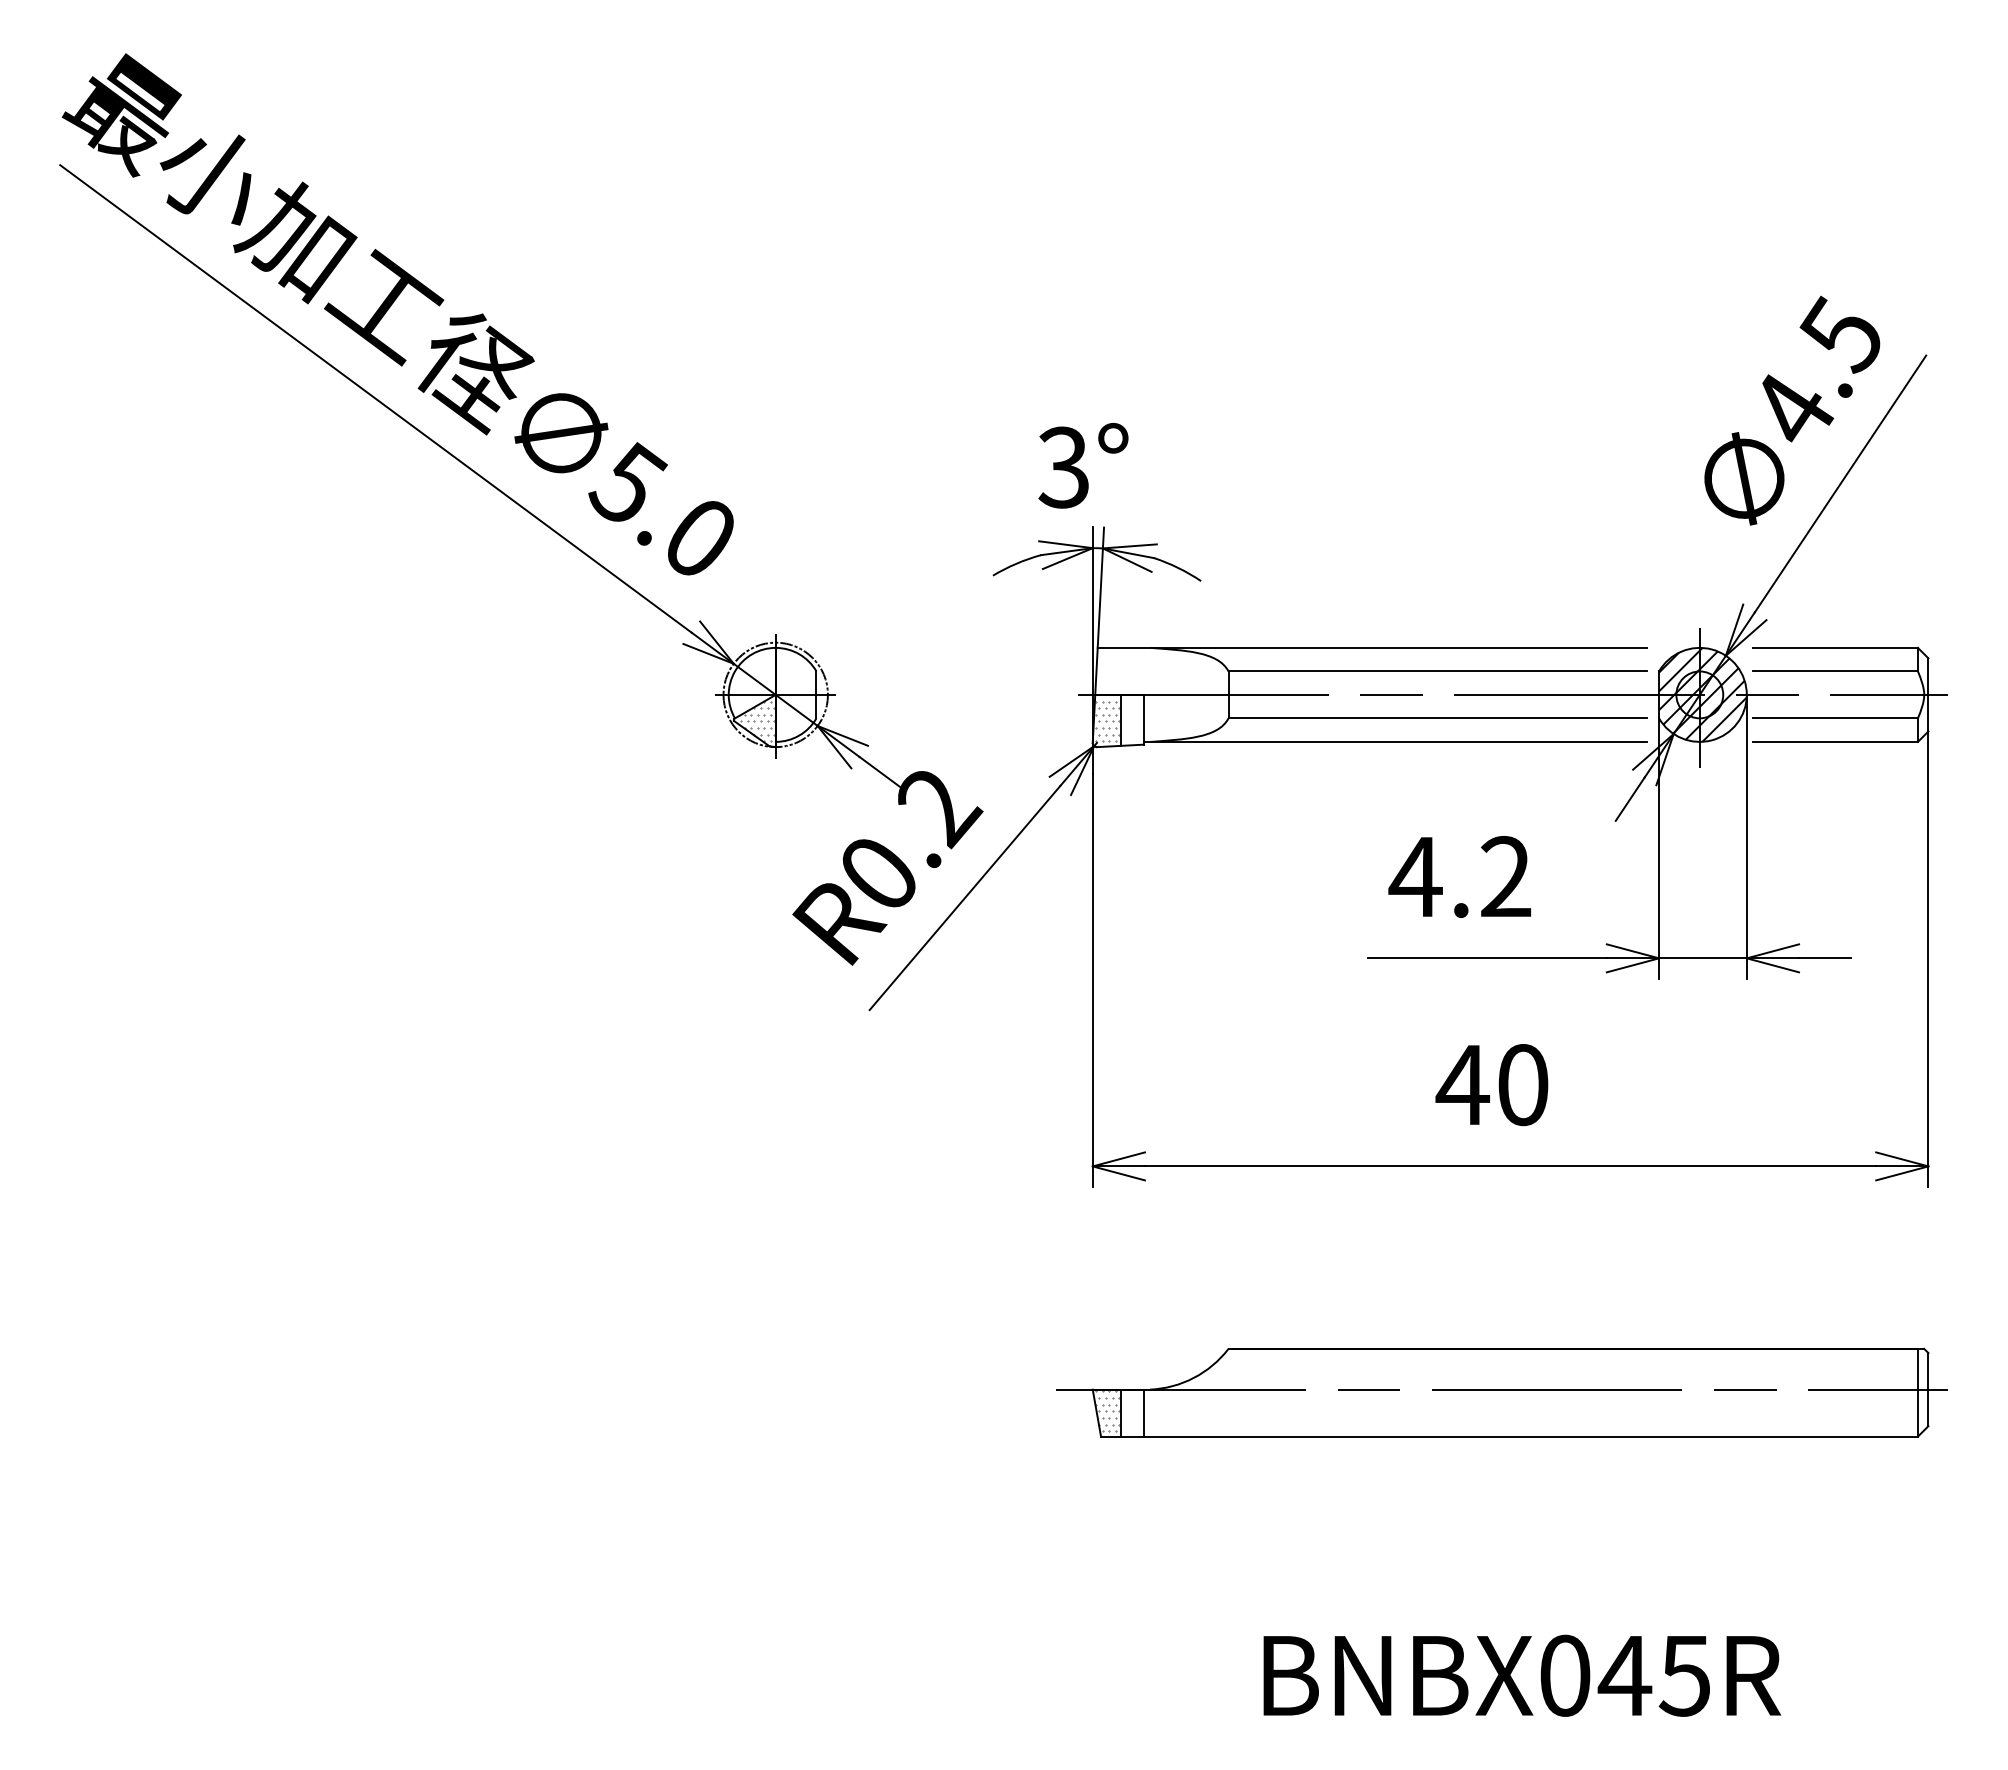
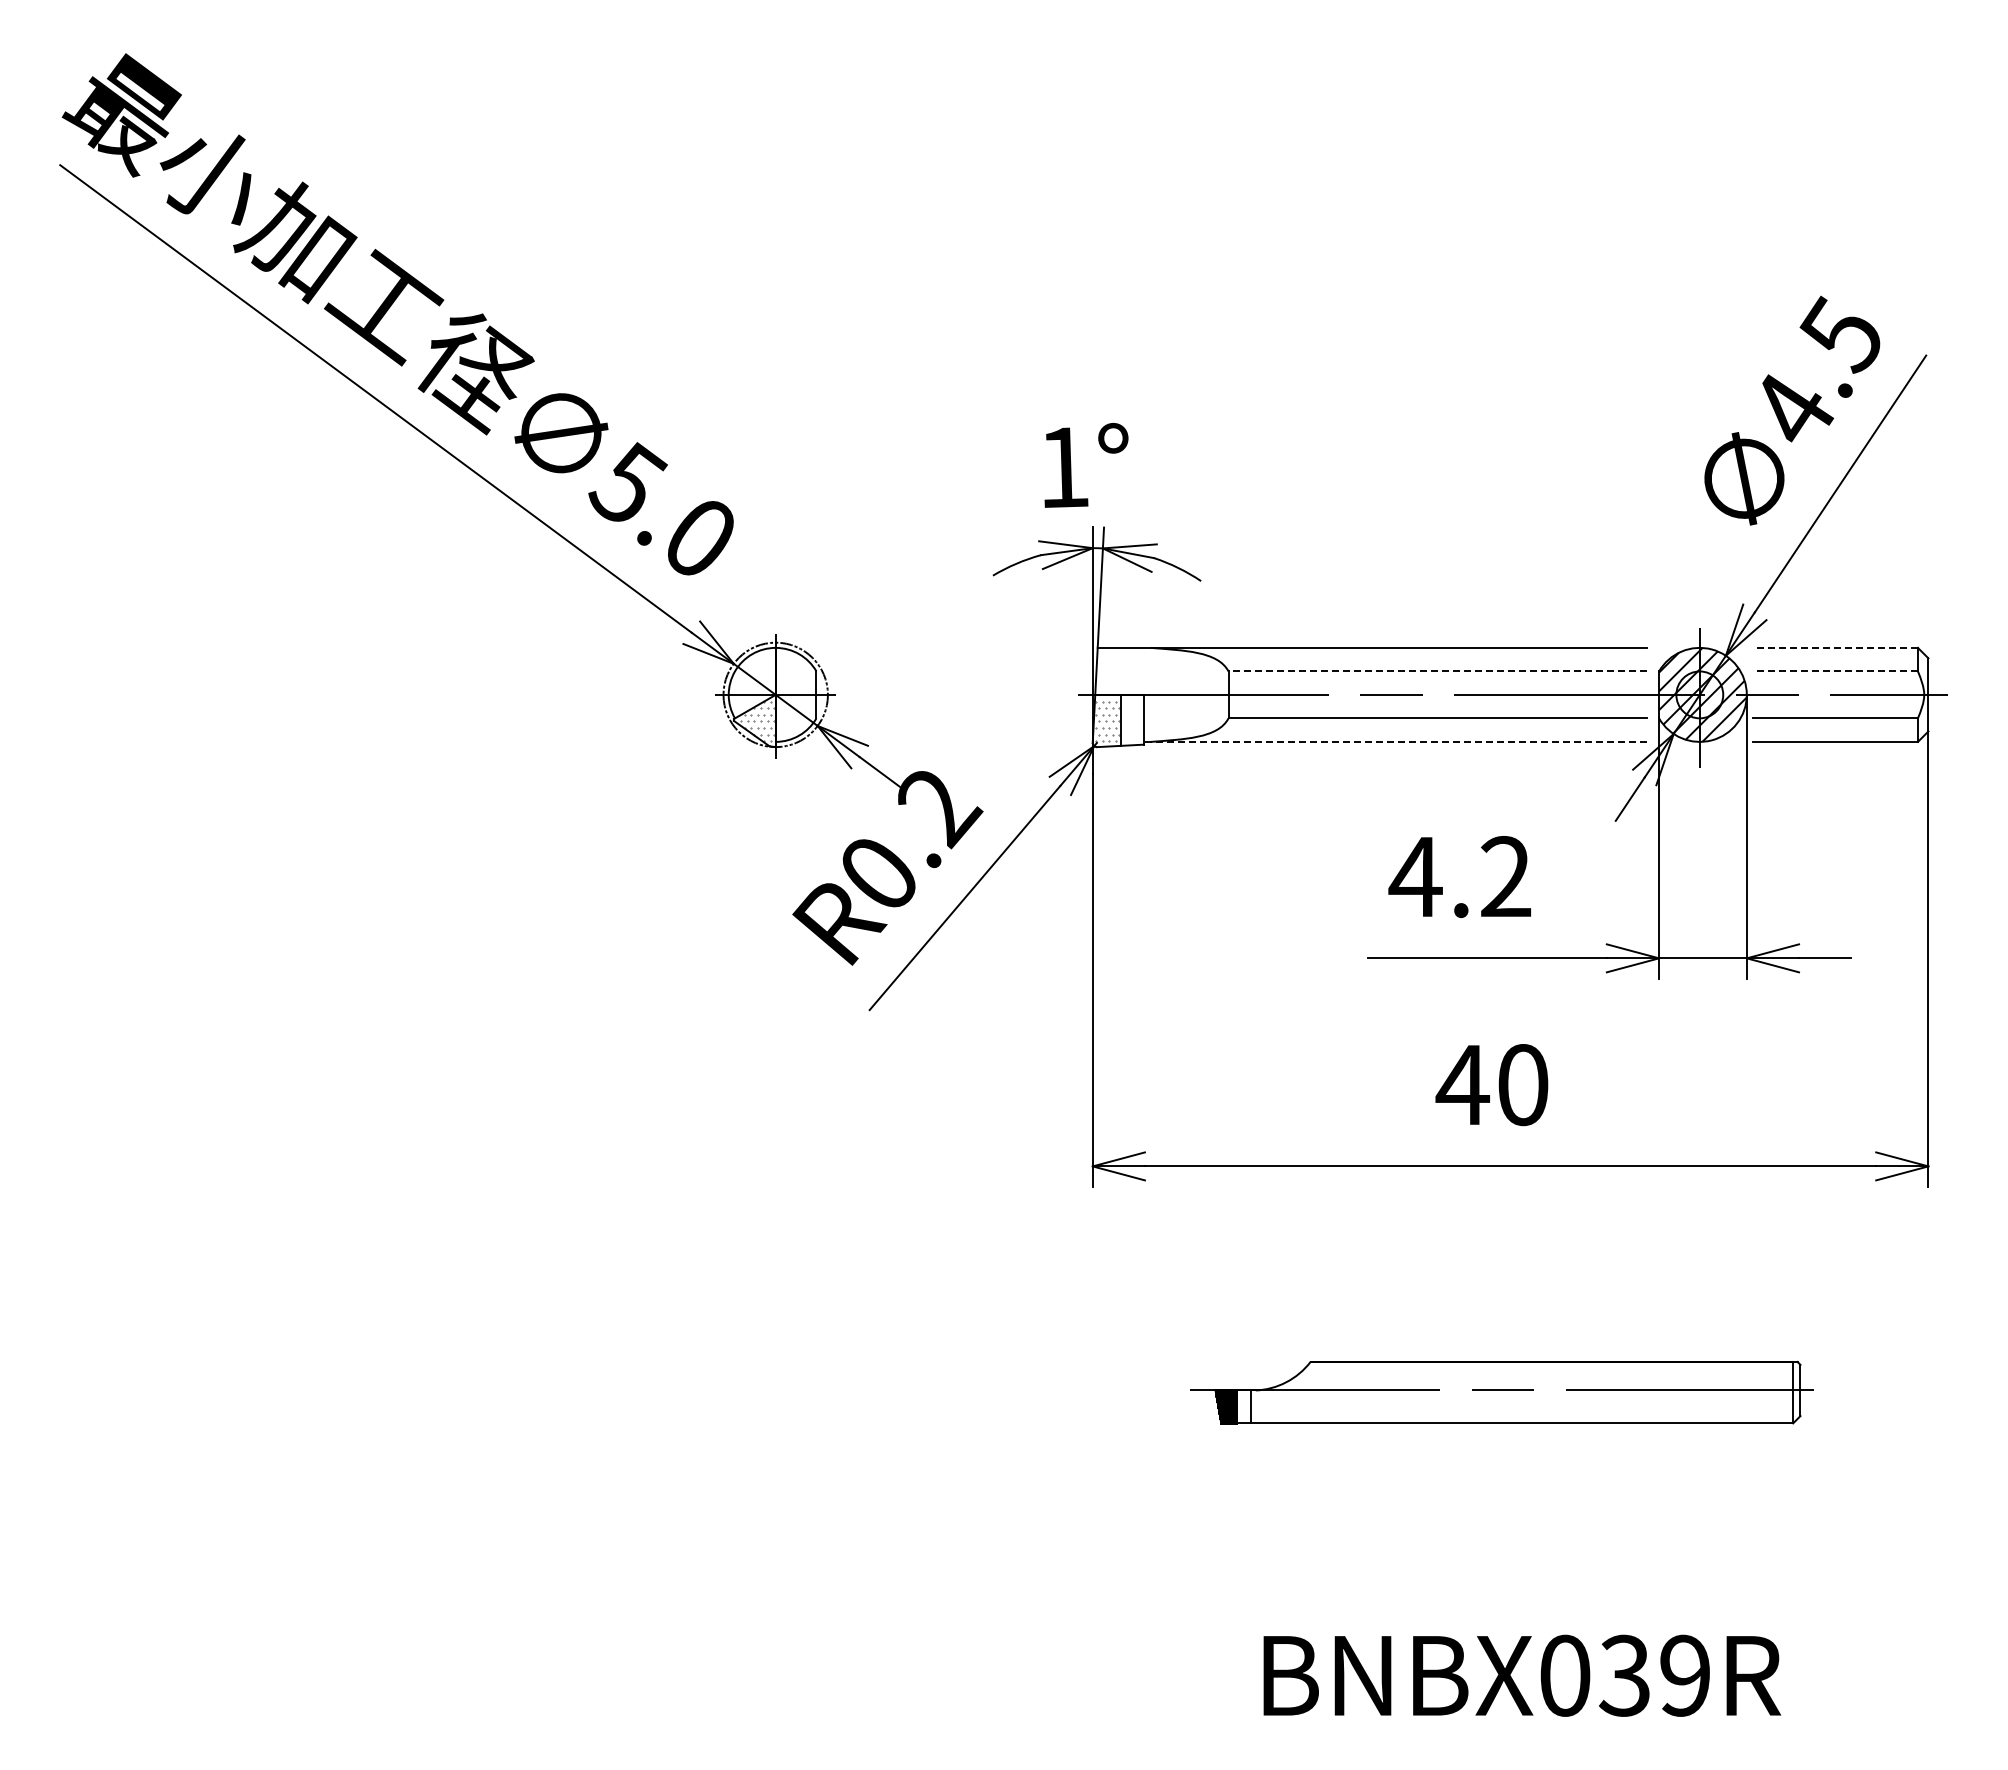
text at (1063, 467): 3° -> 1°
line at (1835, 647): solid -> dashed
line at (1437, 671): solid -> dashed
line at (1835, 671): solid -> dashed
line at (1394, 741): solid -> dashed
part at (1501, 1392) size: 892x91 px -> 624x65 px
text at (1653, 1675): BNBX045R -> BNBX039R
